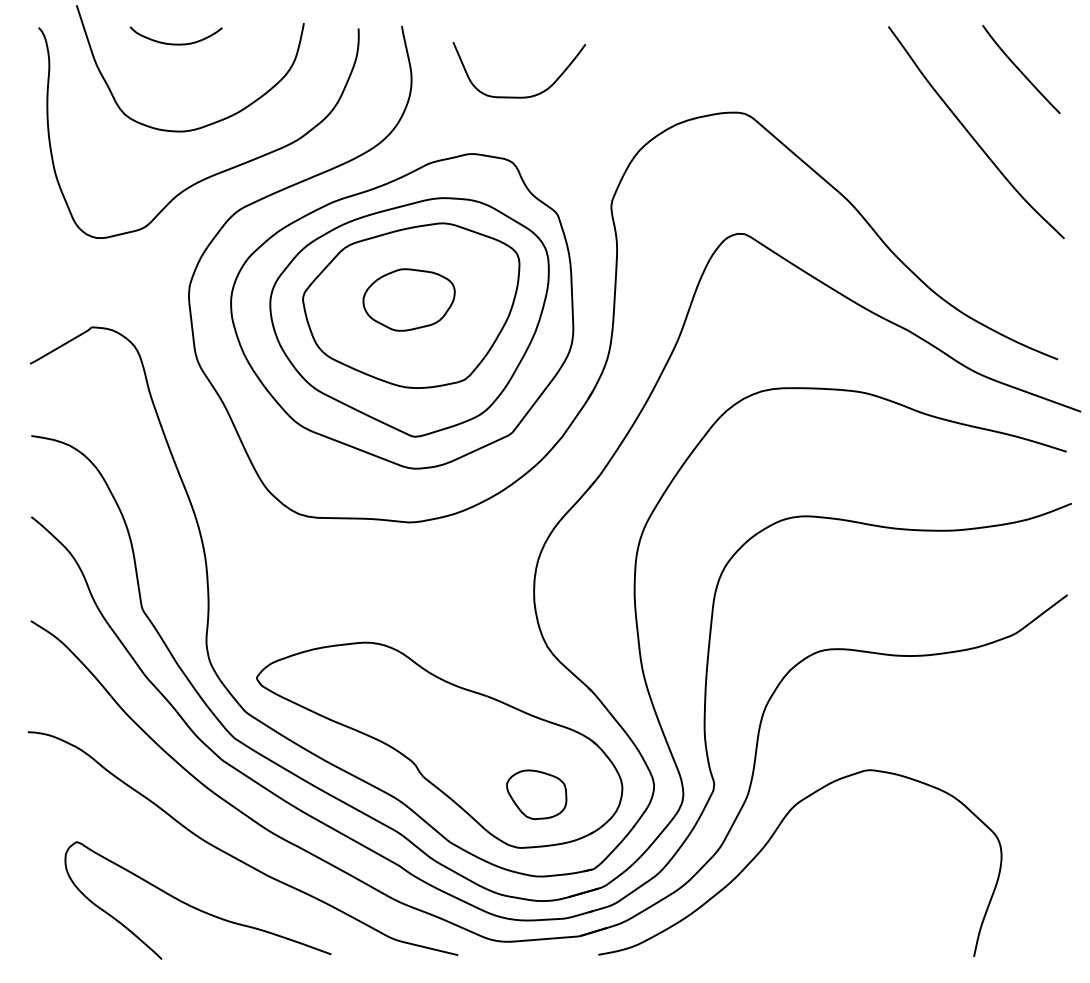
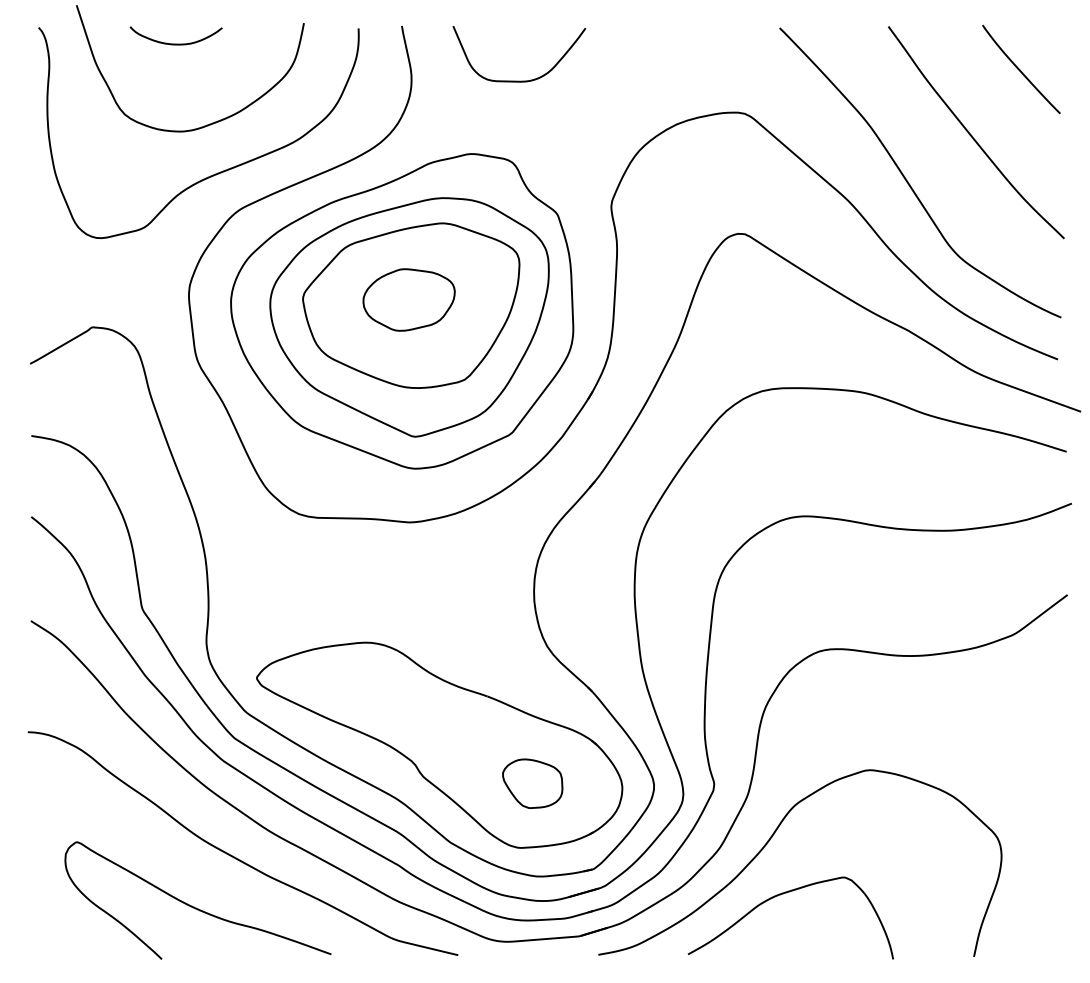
curve at (519, 96) position: (519, 96) -> (519, 80)
curve at (908, 181): none -> present
part at (536, 794) position: (536, 794) -> (532, 783)
curve at (783, 894): none -> present
